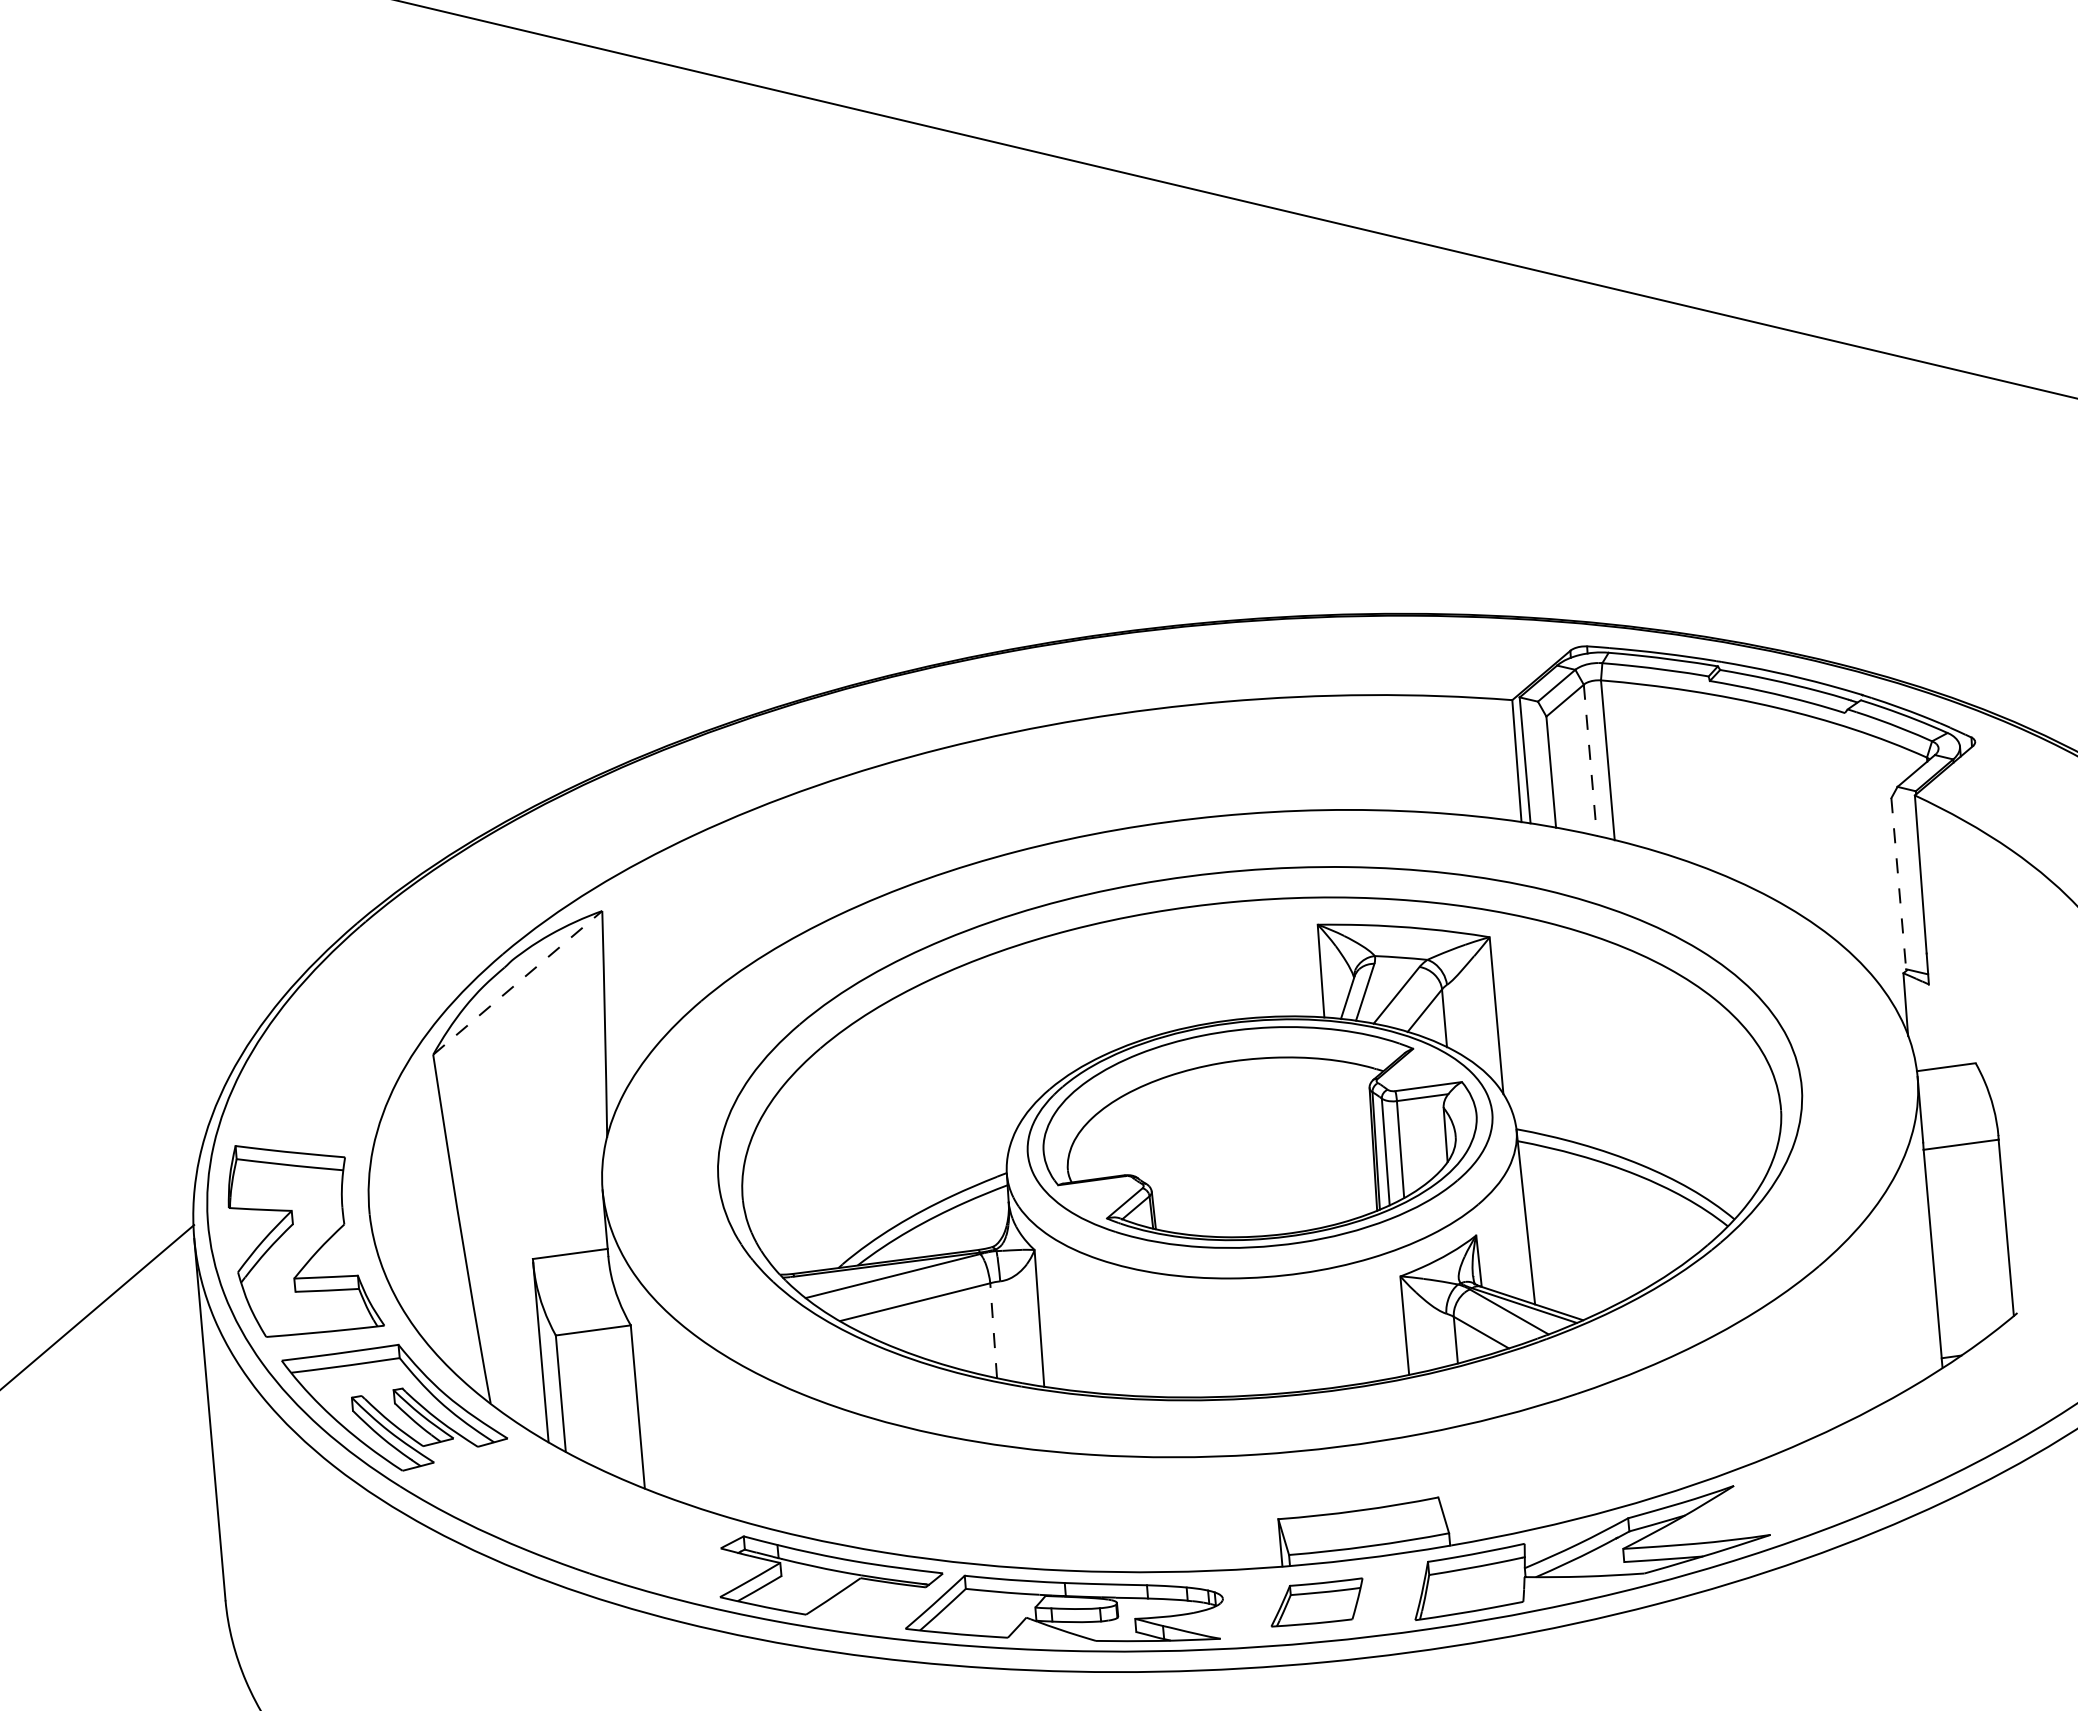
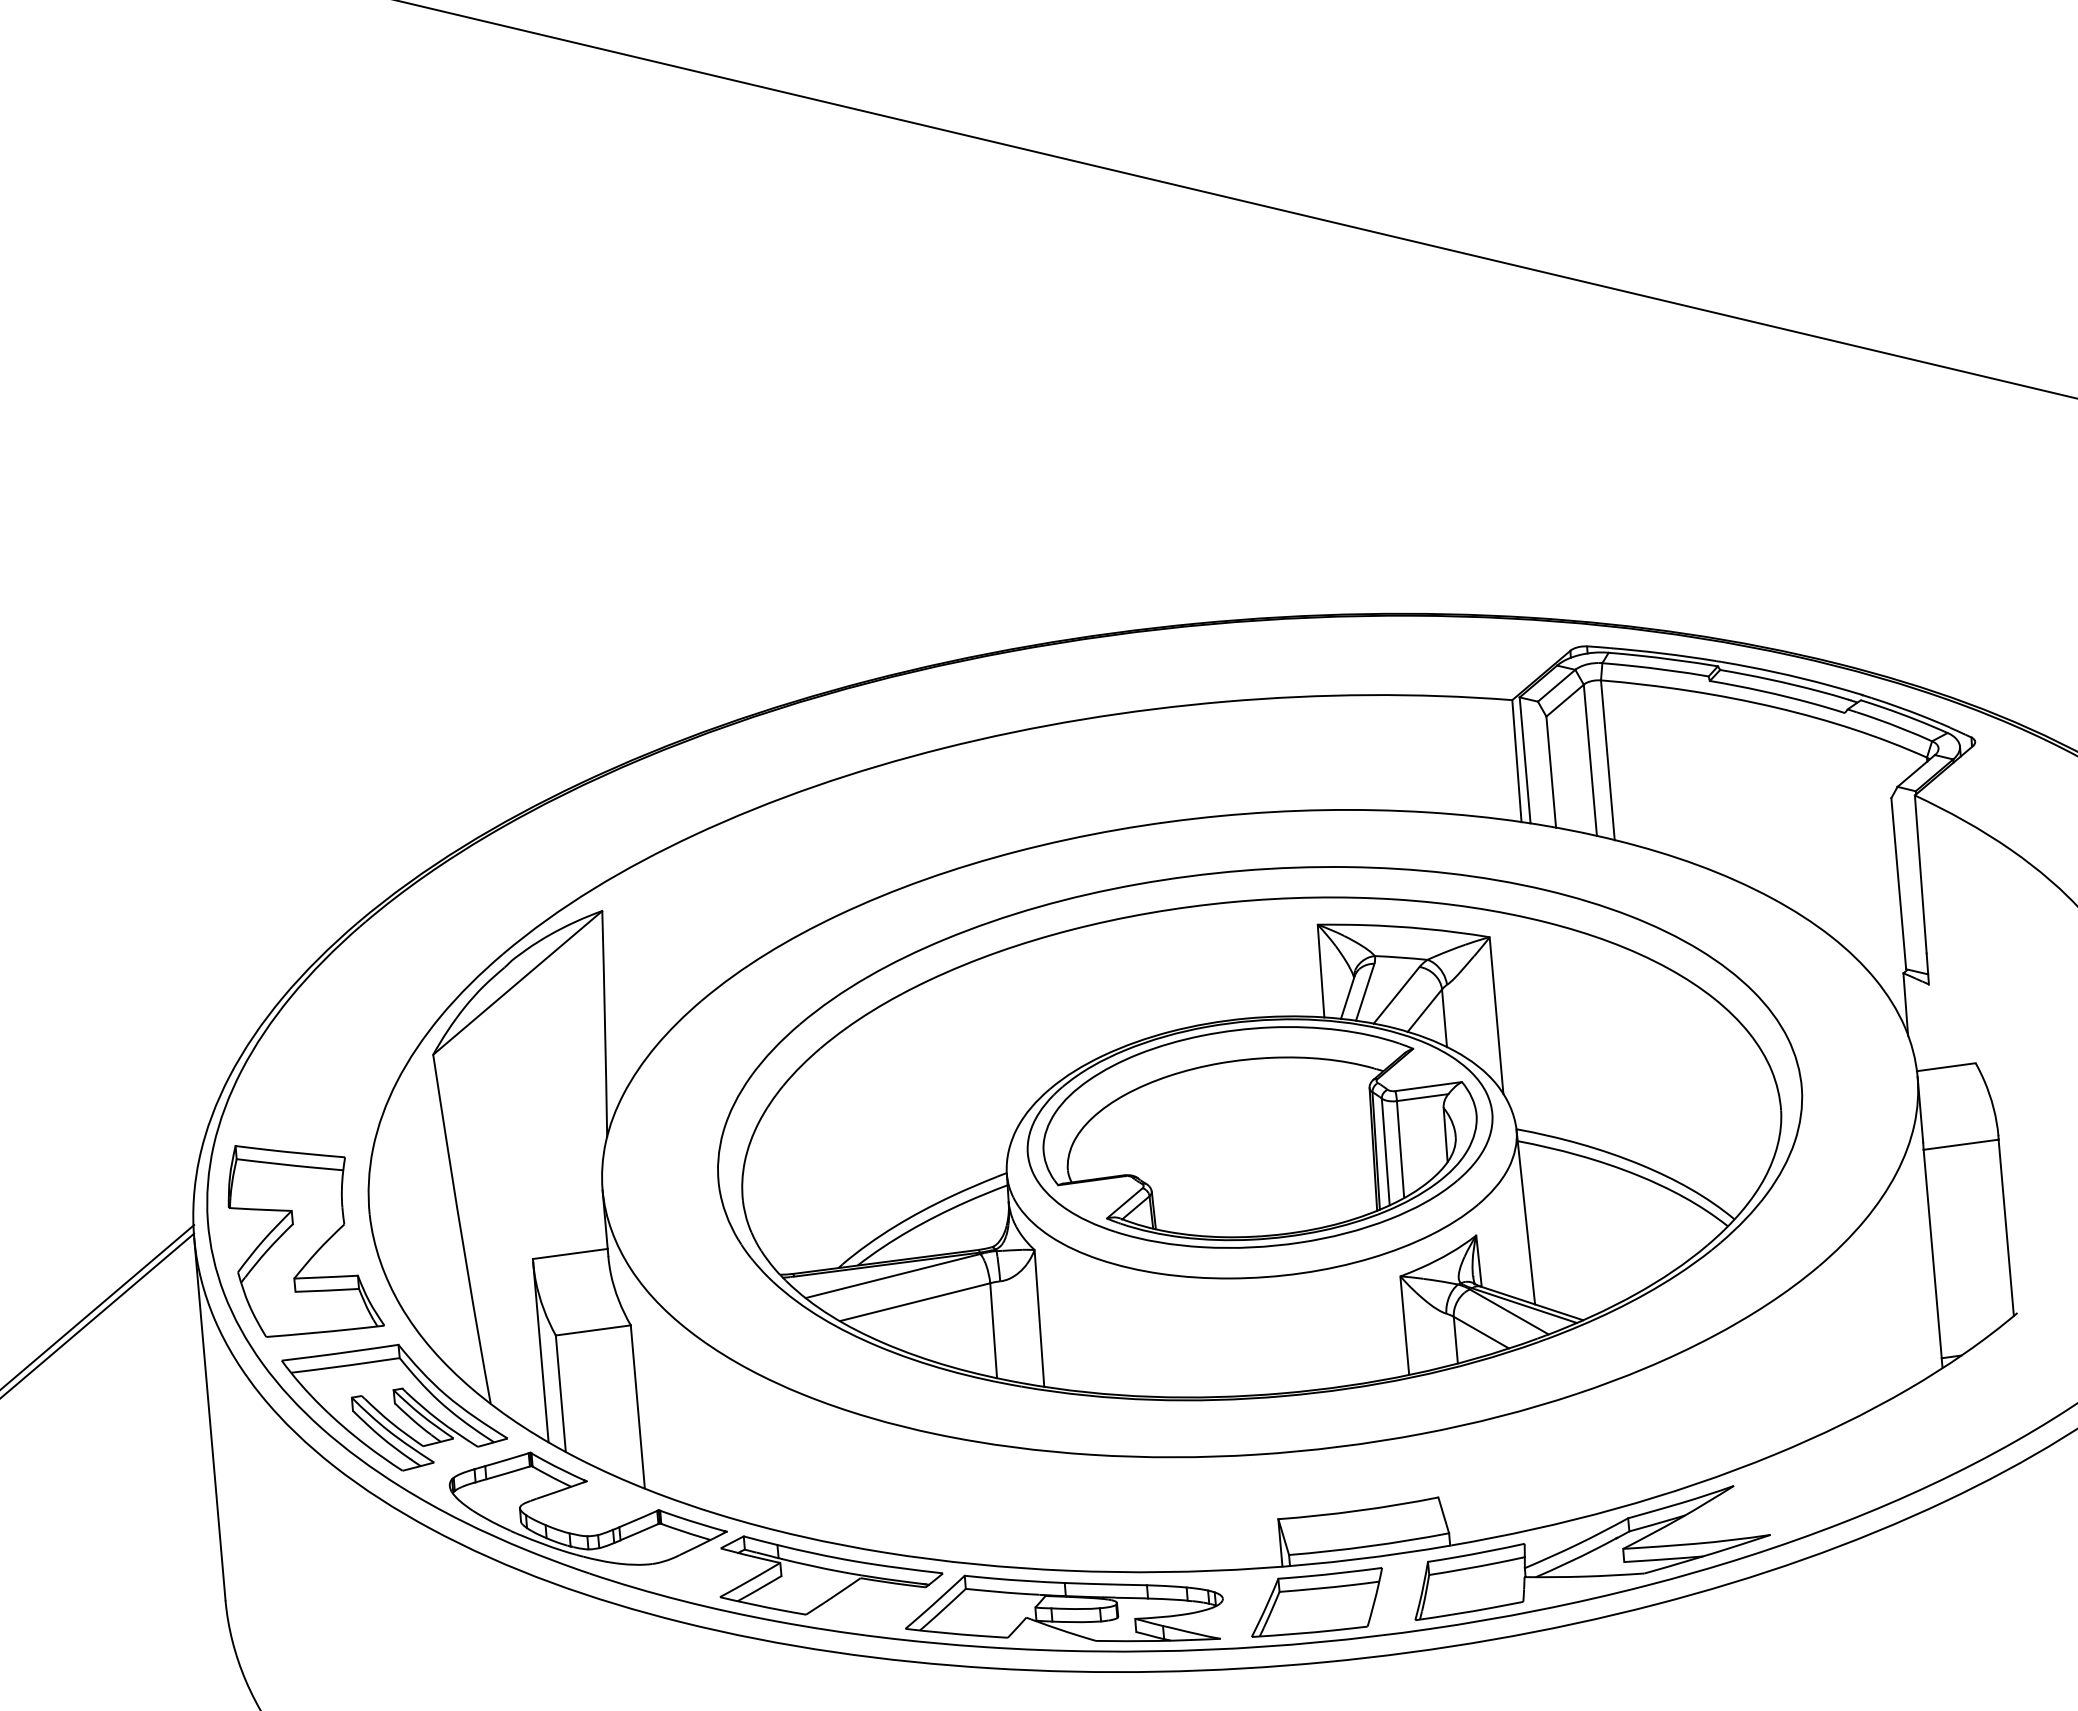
line at (1590, 760): dashed -> solid
line at (1898, 883): dashed -> solid
line at (517, 982): dashed -> solid
line at (98, 1314): none -> present
line at (993, 1330): dashed -> solid
part at (578, 1485): none -> present
part at (1316, 1602) size: 94x51 px -> 132x71 px
